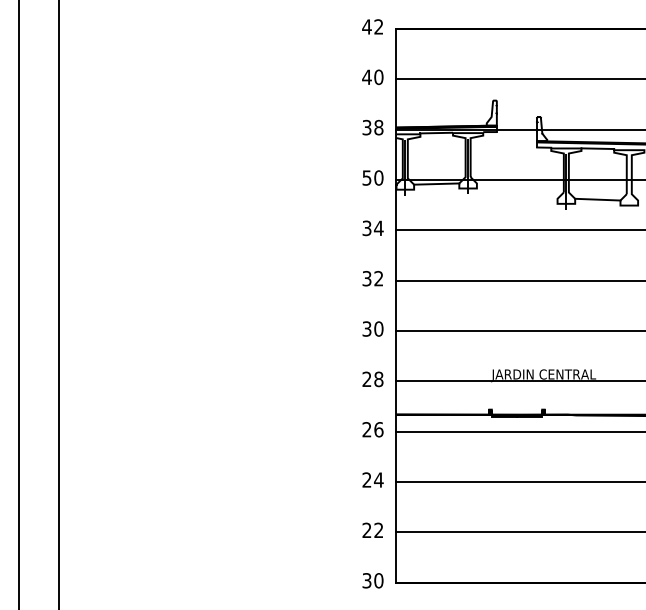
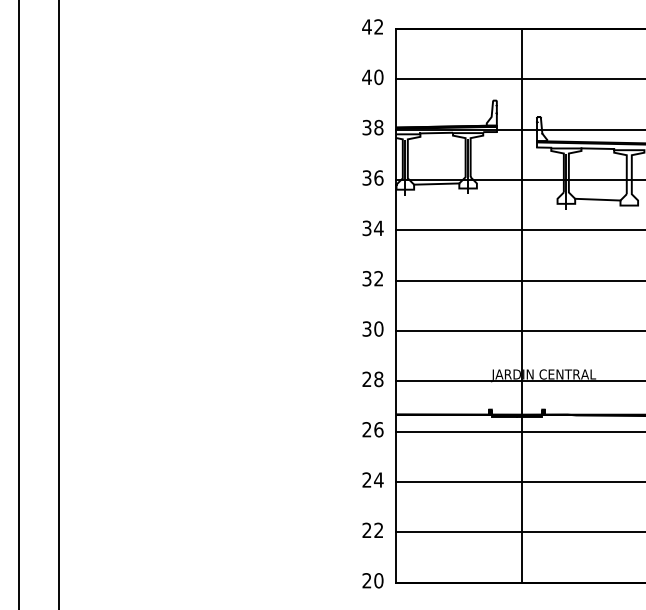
text at (373, 177): 50 -> 36
line at (522, 305): none -> present
text at (366, 580): 30 -> 20
